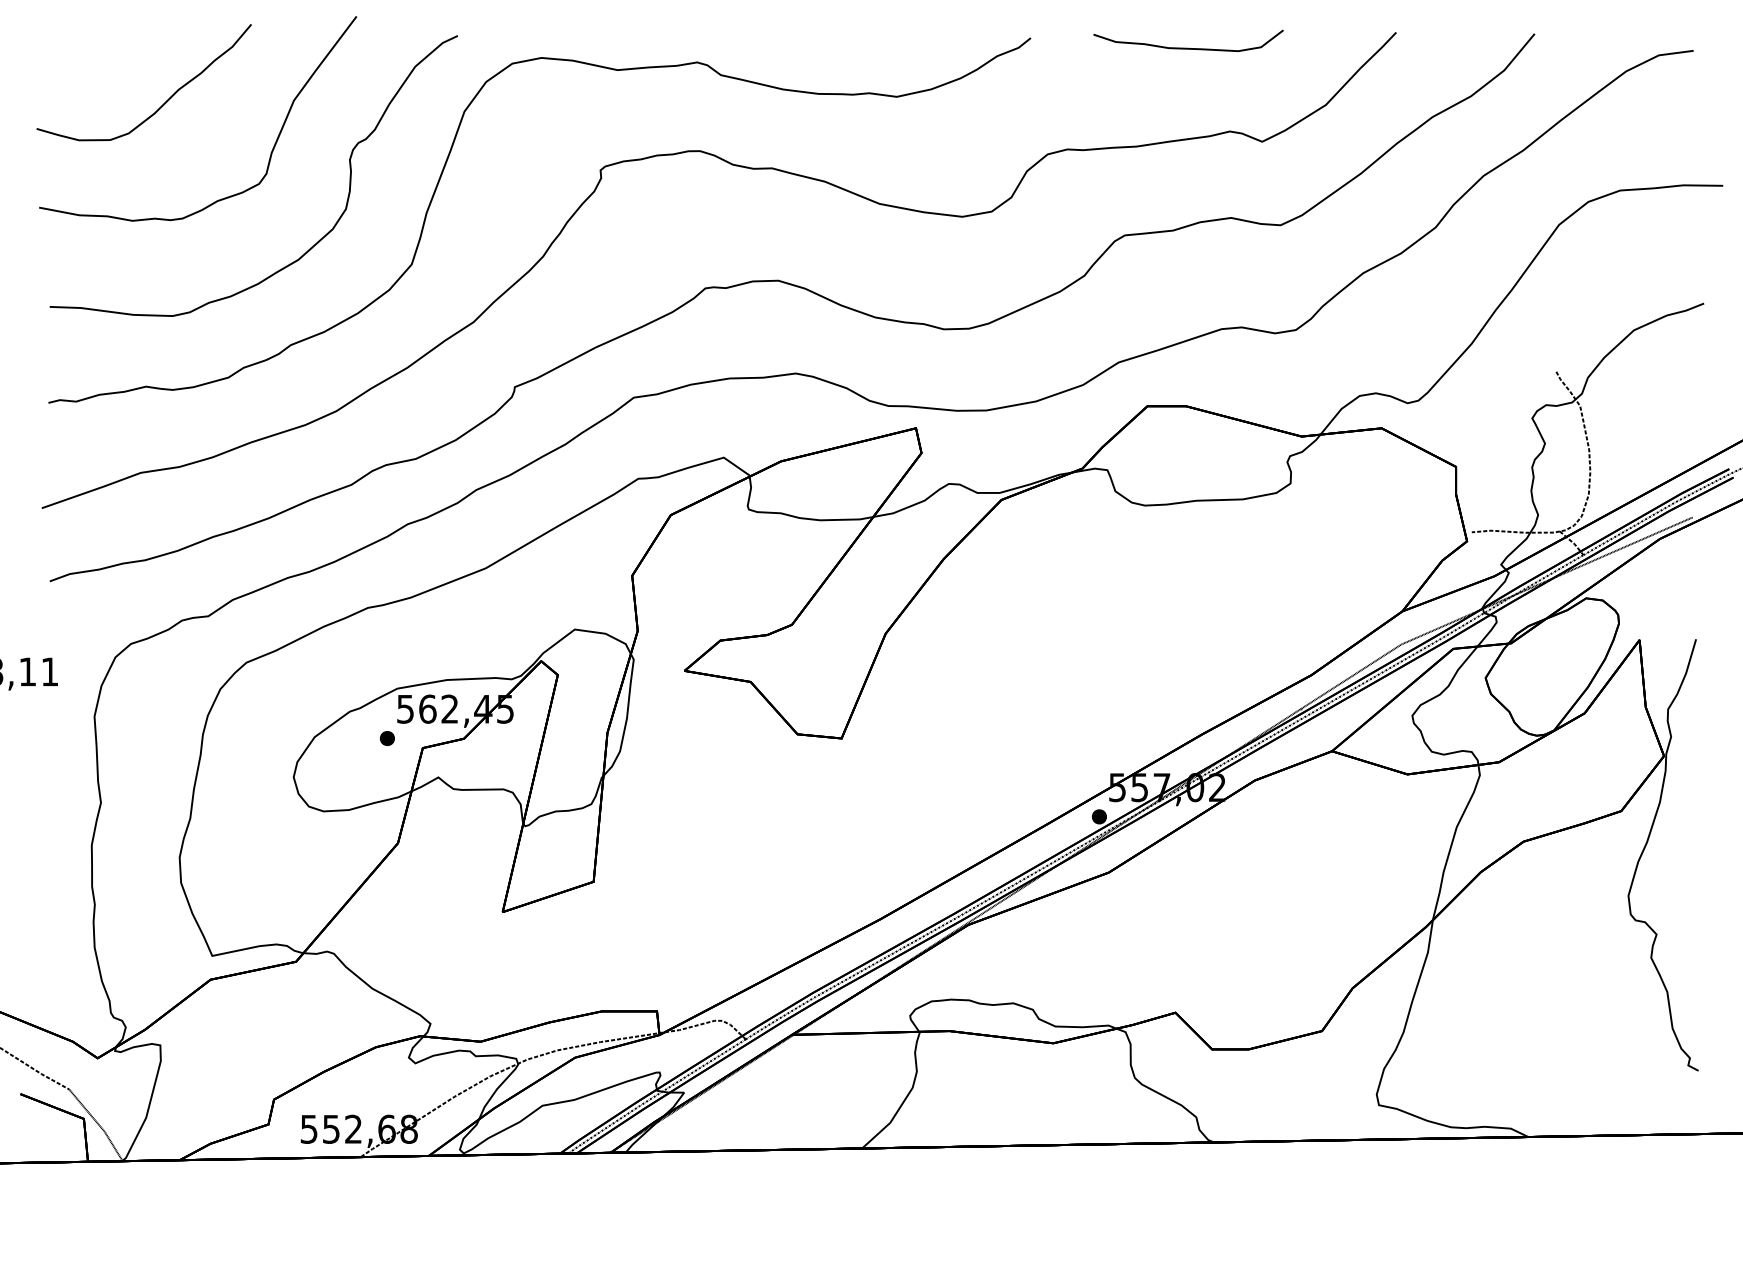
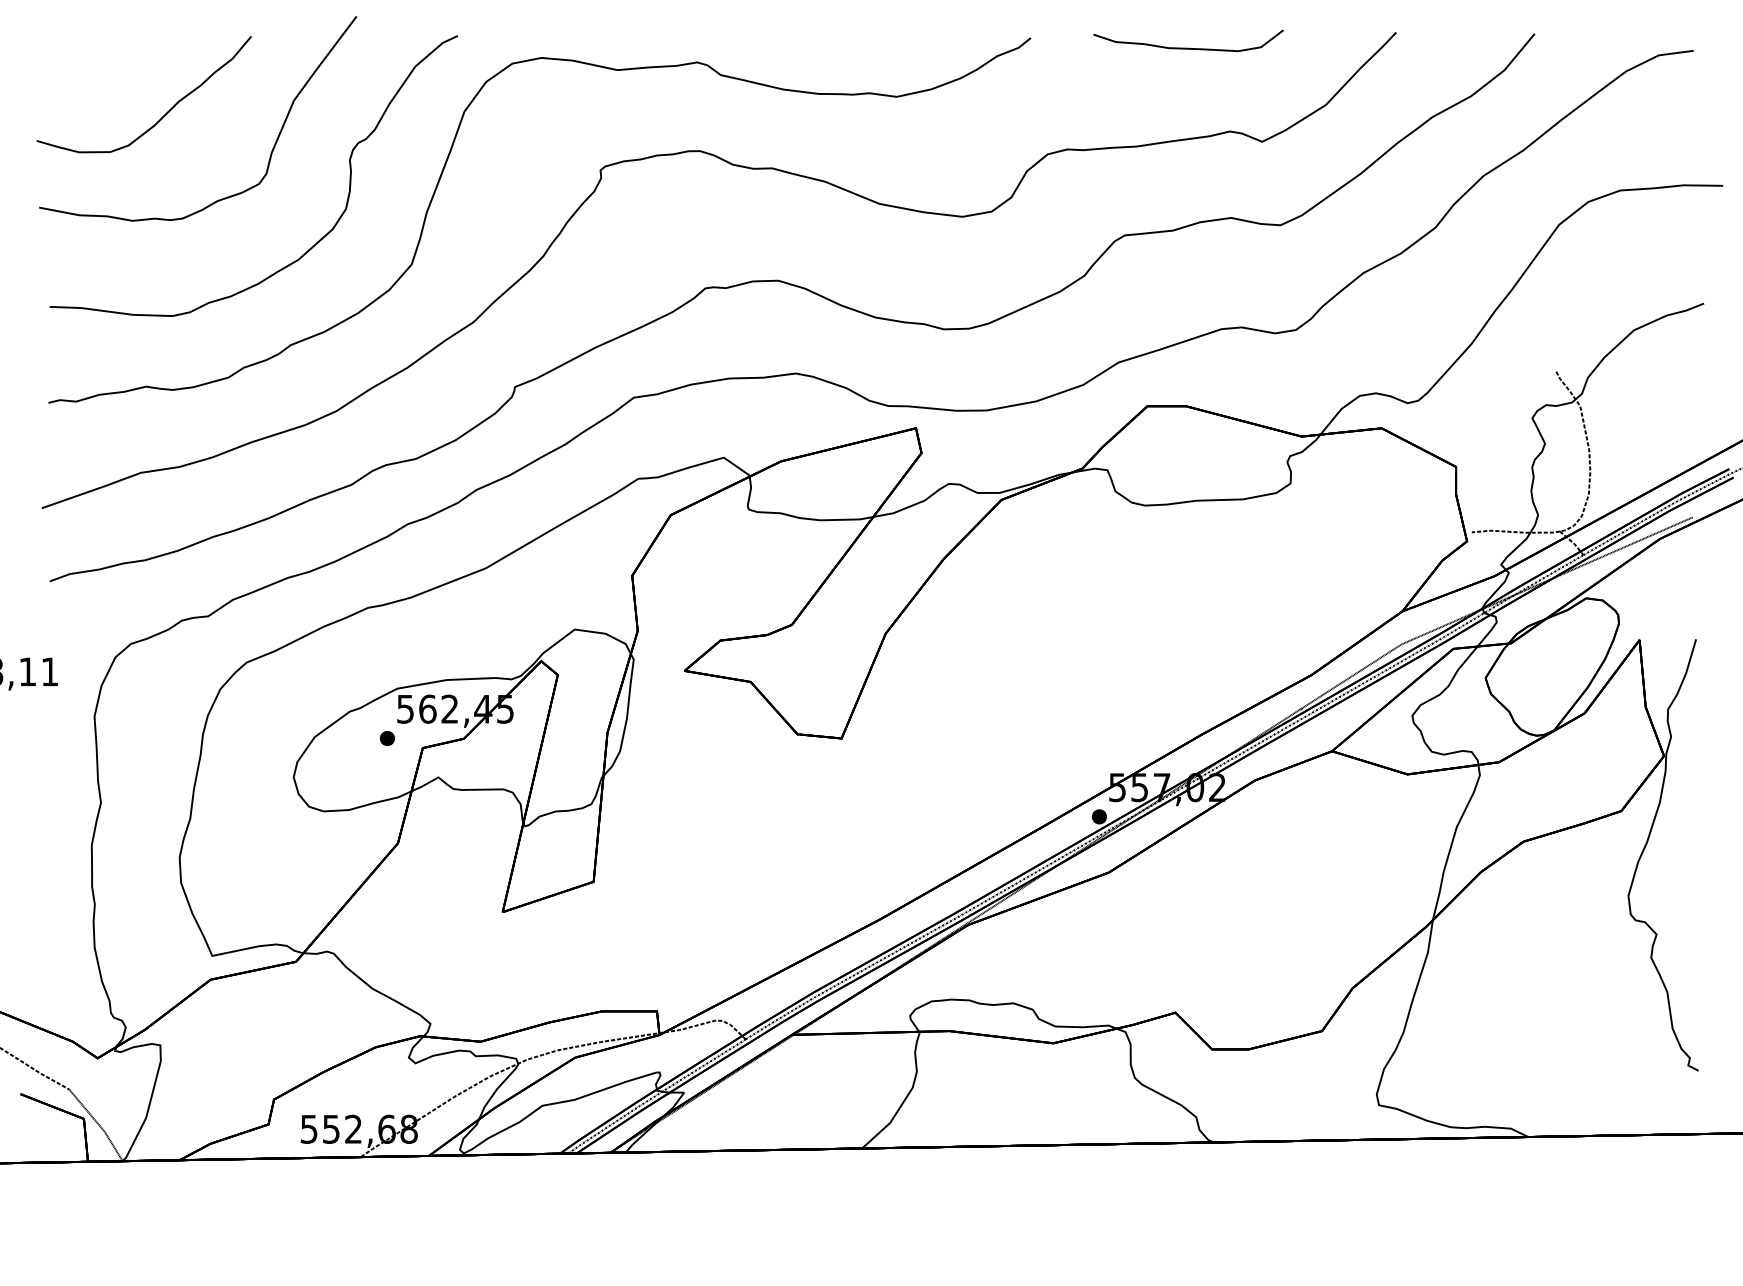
part at (164, 102) position: (164, 102) -> (164, 114)
